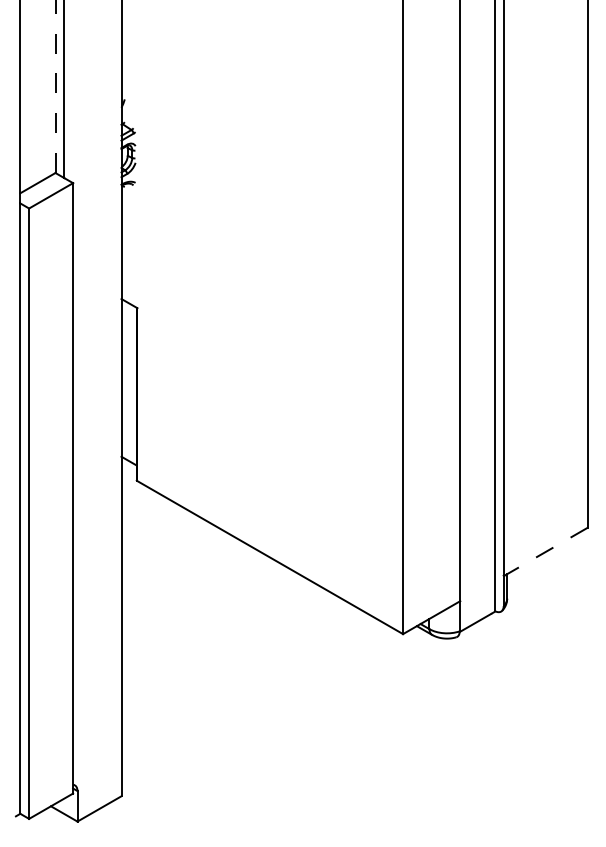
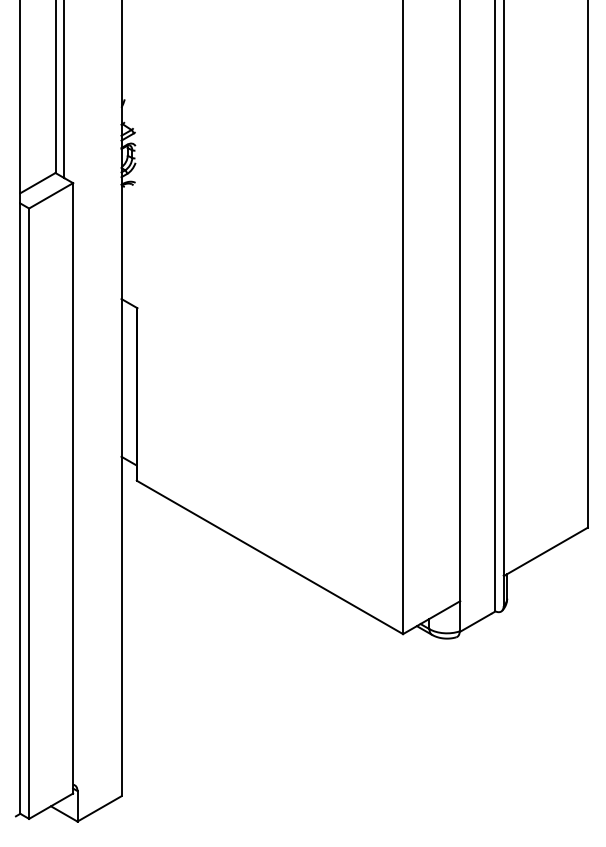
line at (55, 86): dashed -> solid
line at (545, 552): dashed -> solid
